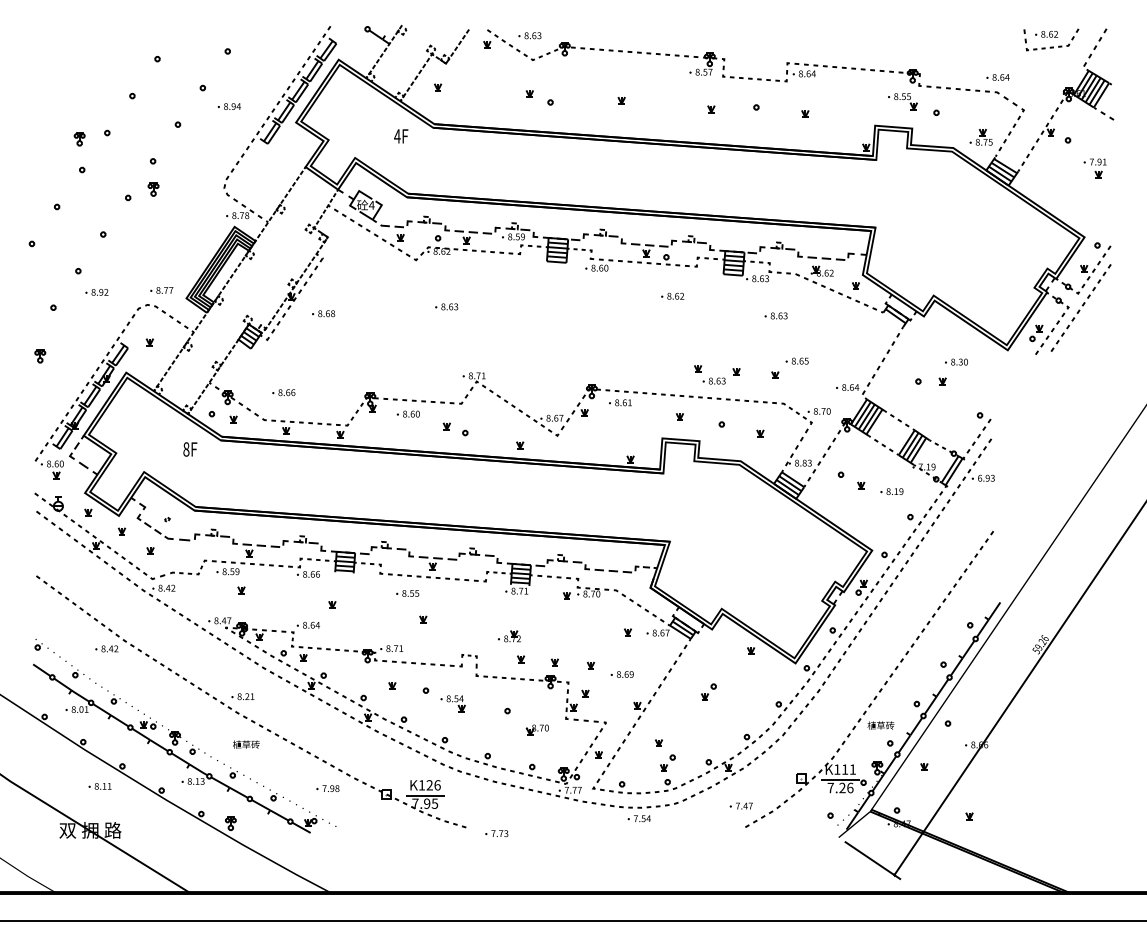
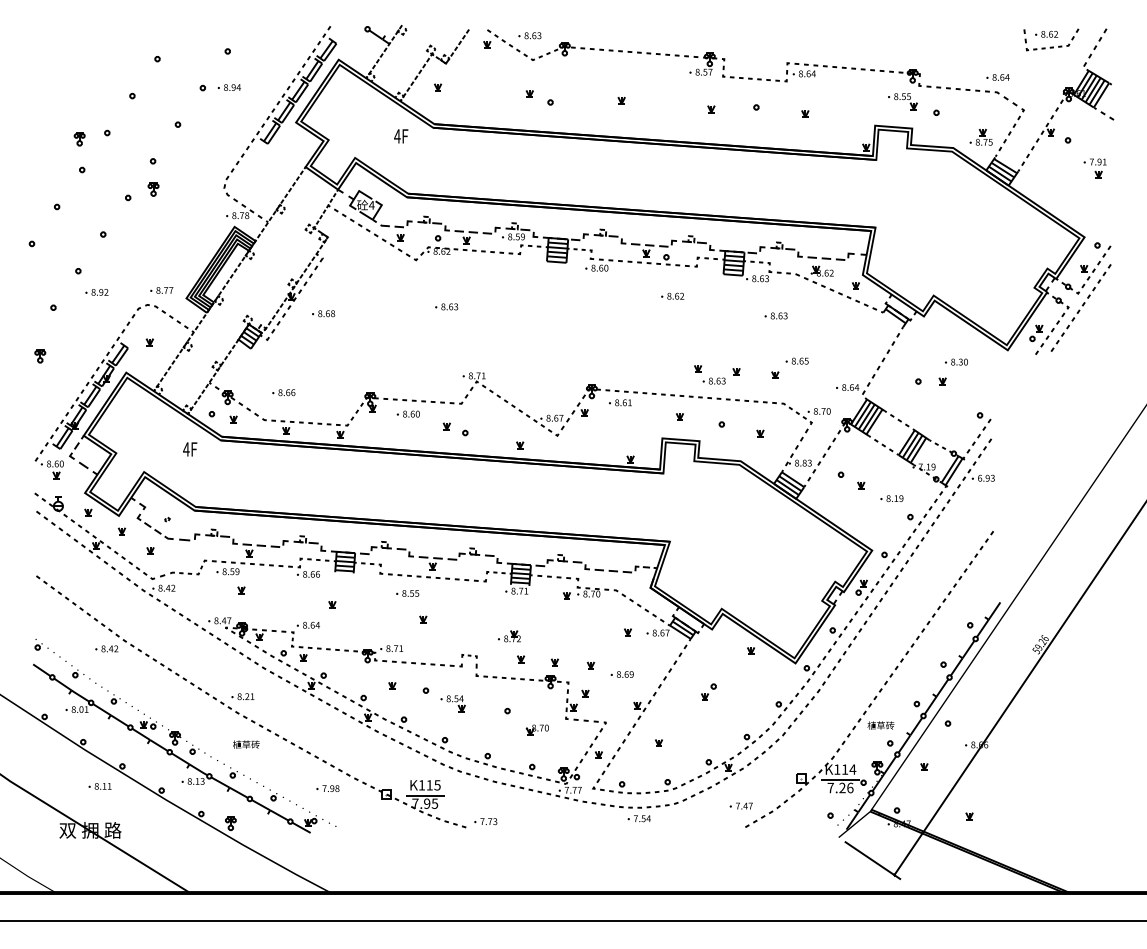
text at (228, 106) position: (228, 106) -> (228, 87)
text at (186, 449): 8F -> 4F
text at (891, 491) position: (891, 491) -> (891, 498)
part at (667, 762): present -> none
text at (852, 769): K111 -> K114
text at (433, 785): K126 -> K115
text at (496, 833) position: (496, 833) -> (485, 821)
